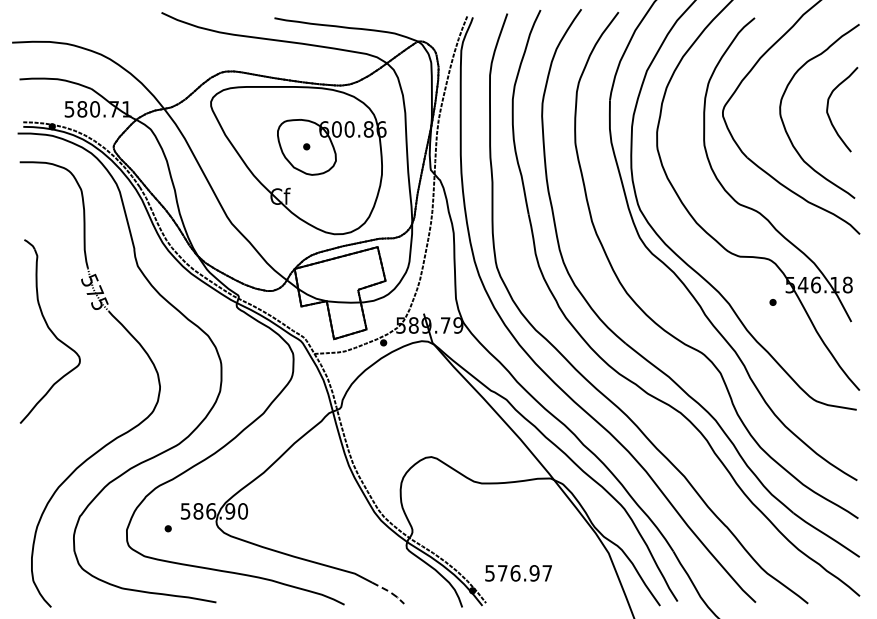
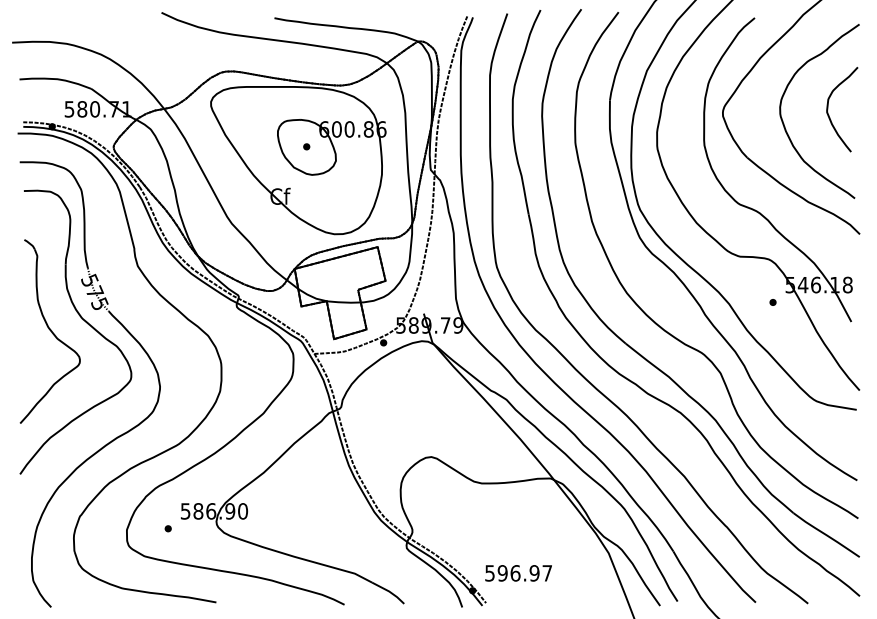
part at (84, 321): none -> present
text at (502, 573): 576.97 -> 596.97
line at (389, 591): dashed -> solid
